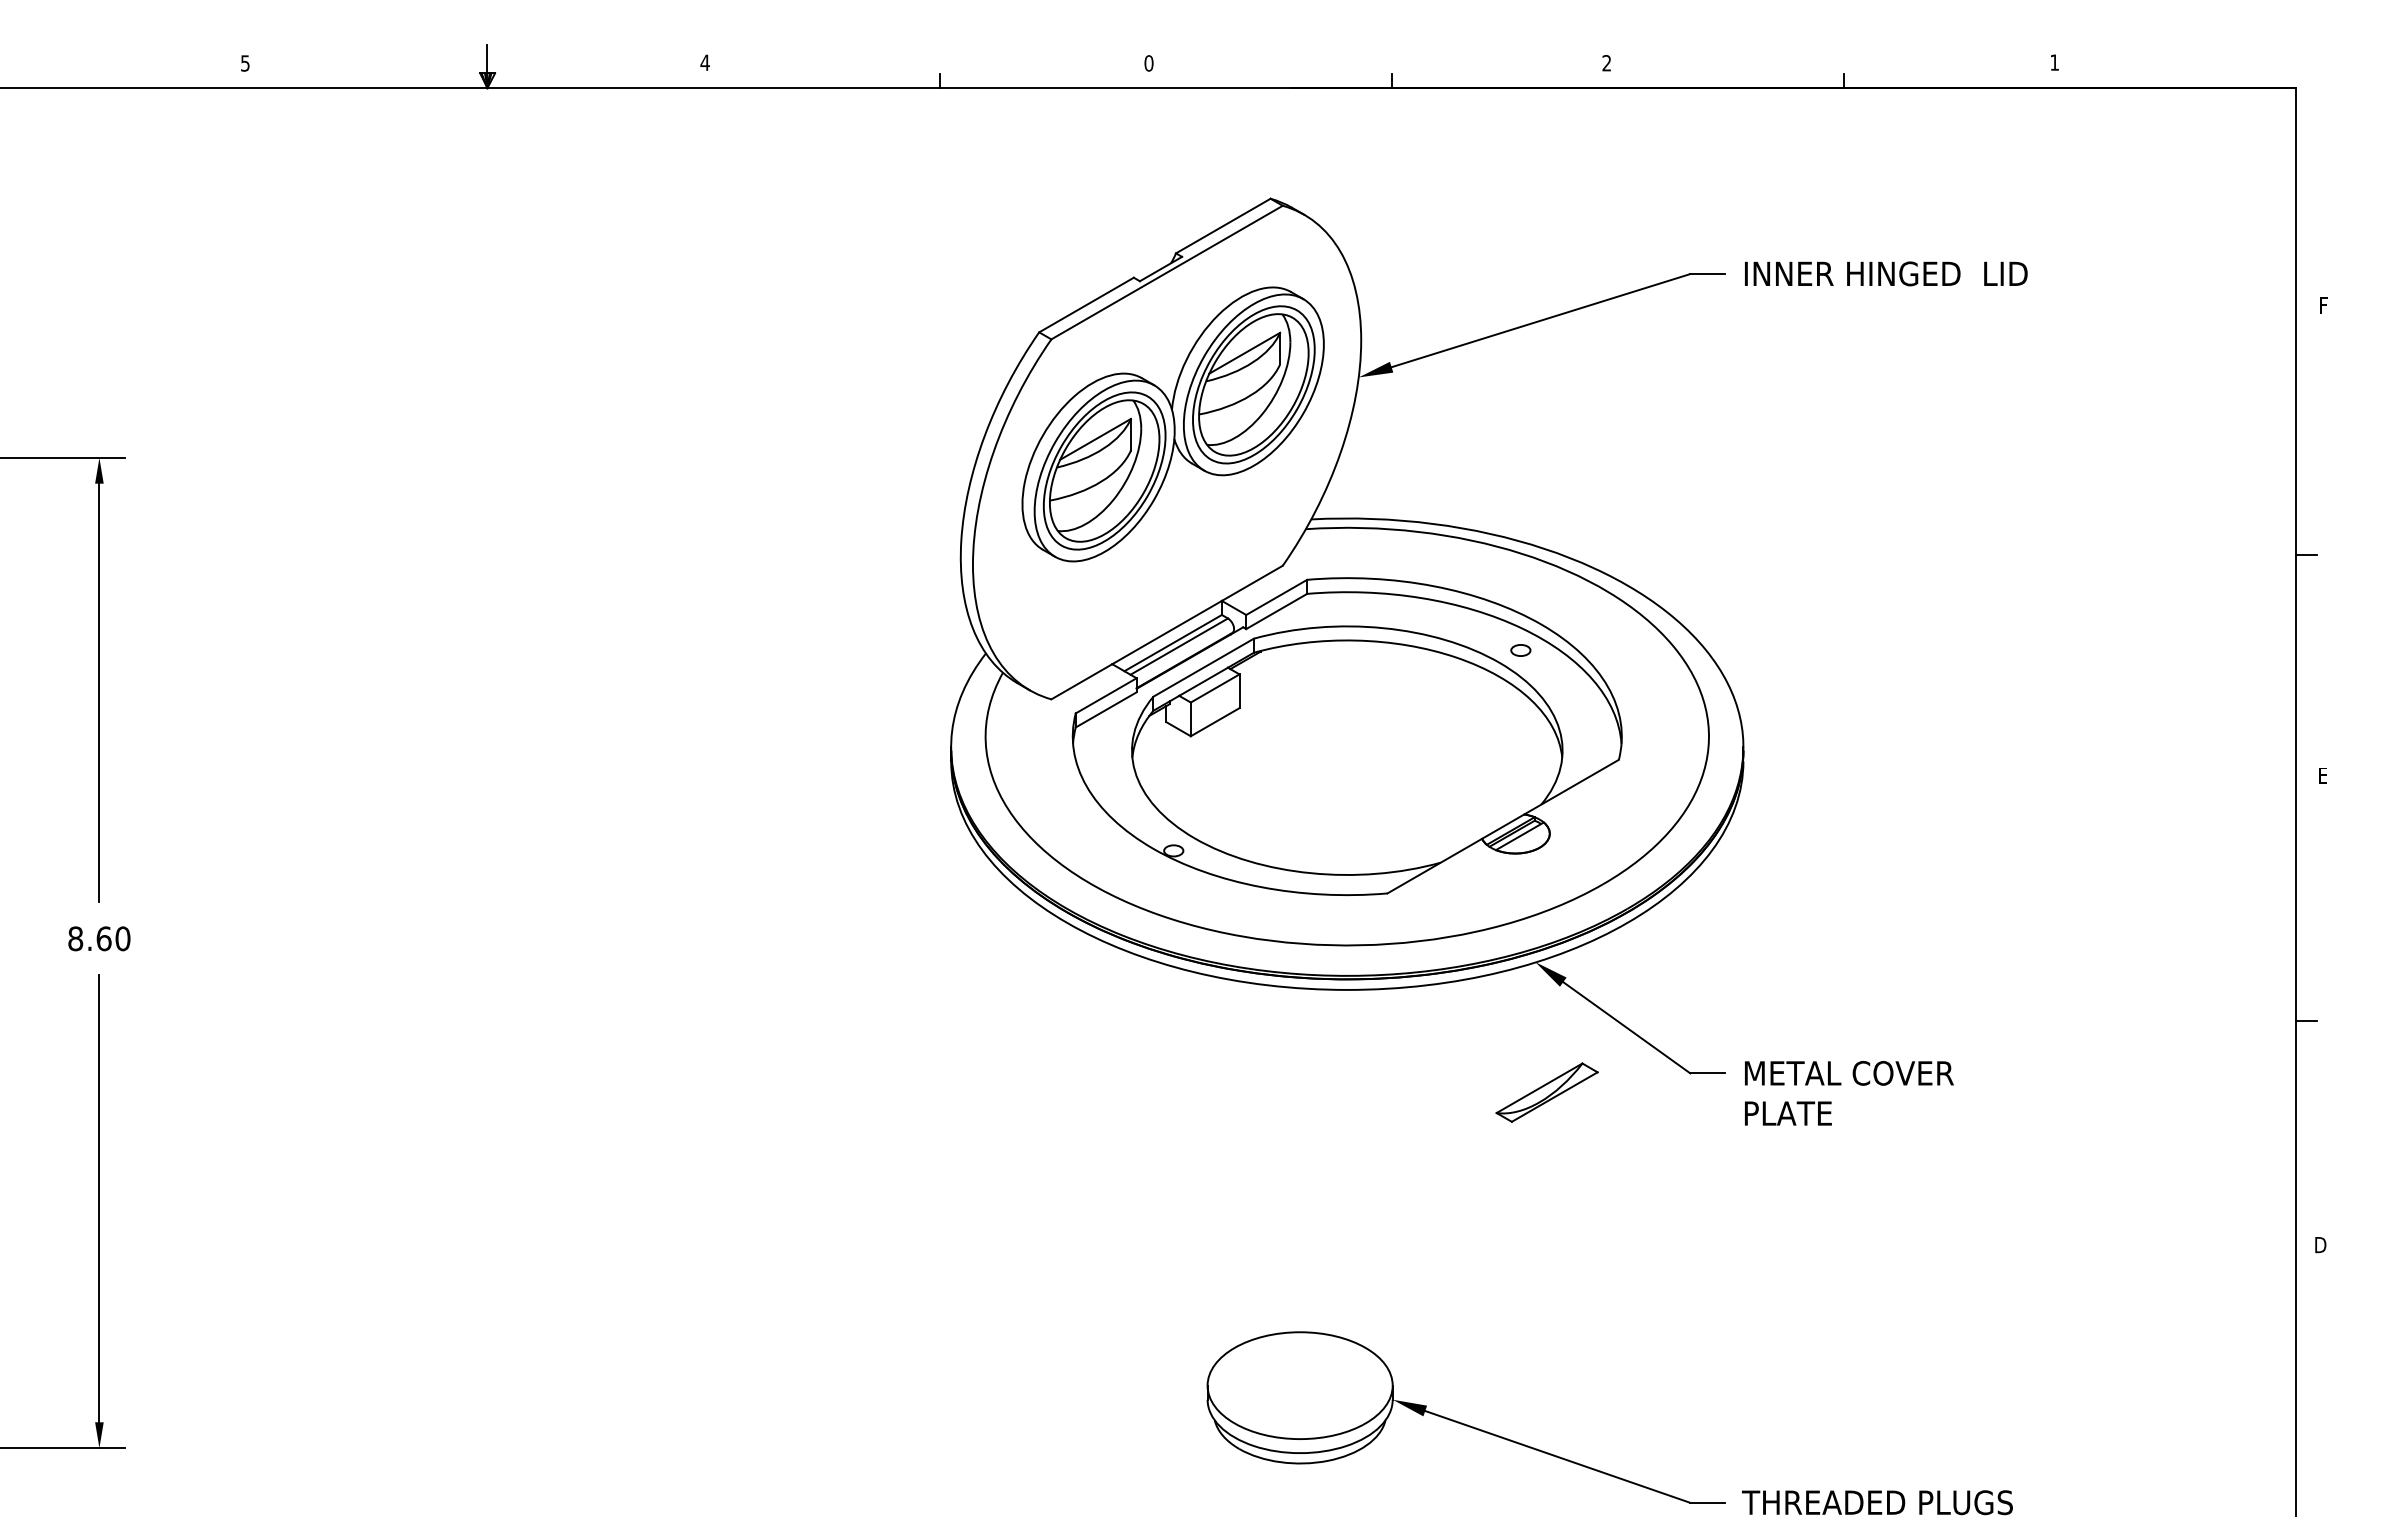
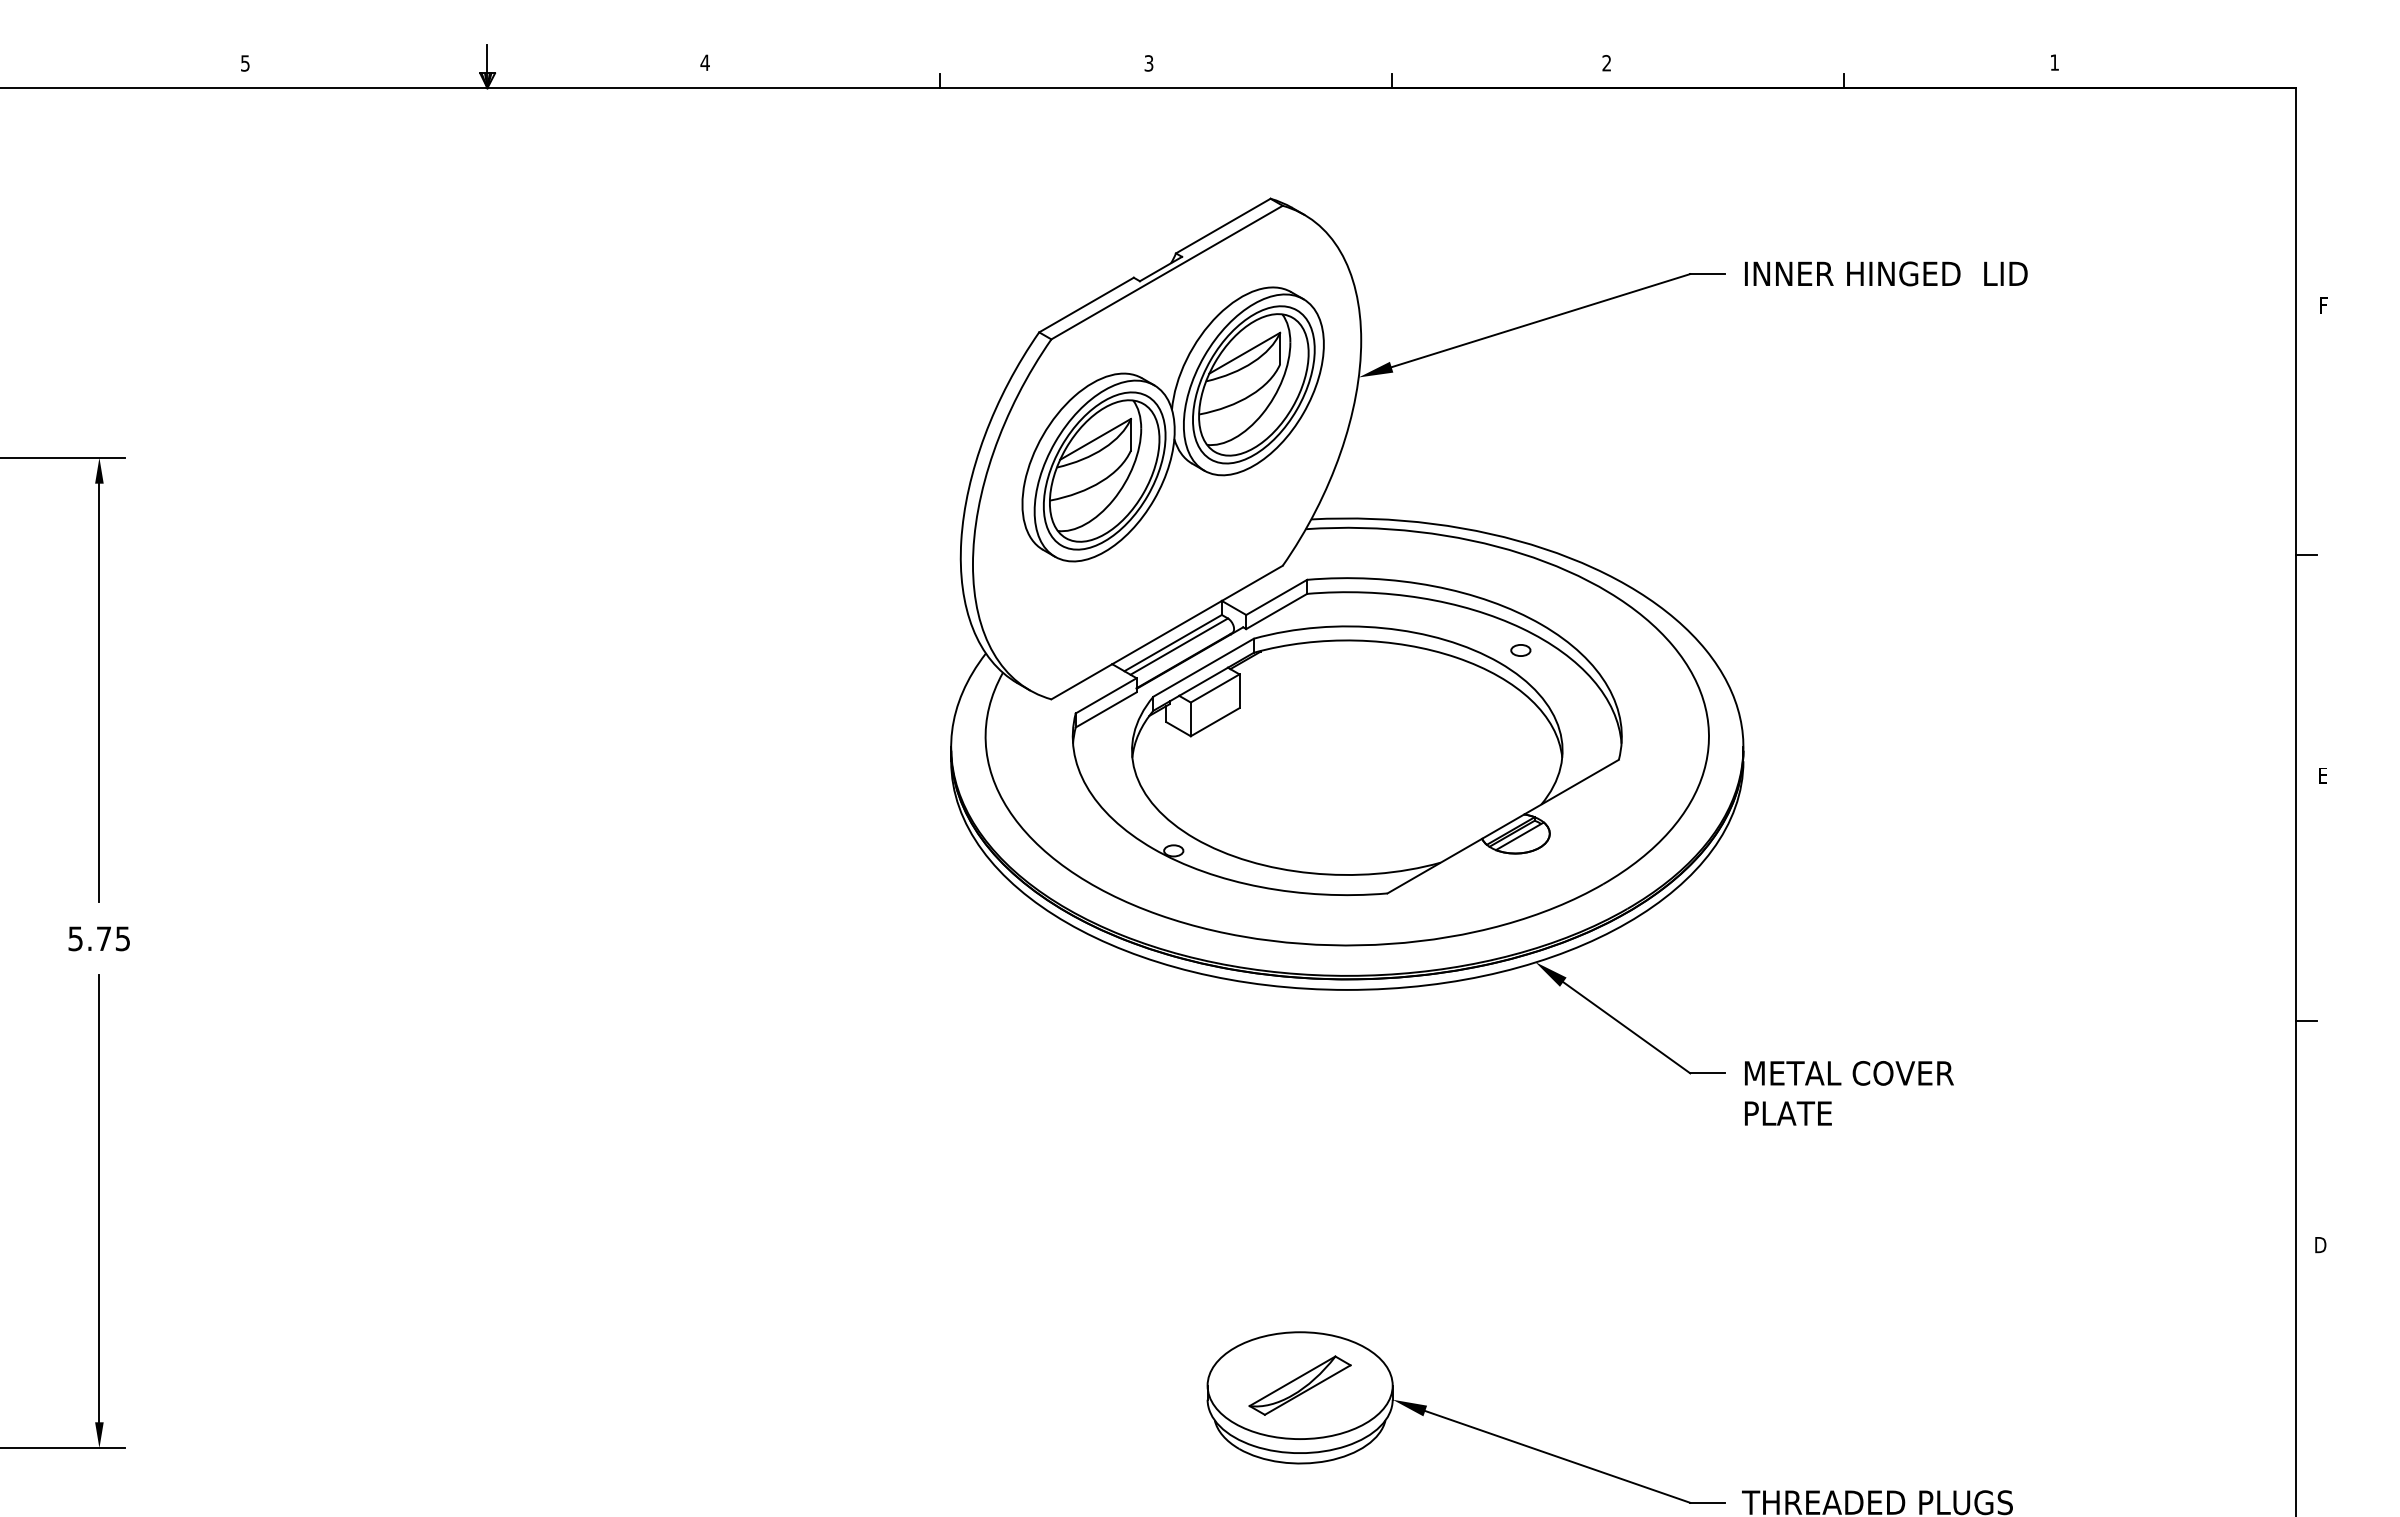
text at (1148, 63): 0 -> 3
text at (99, 938): 8.60 -> 5.75
part at (1546, 1092) position: (1546, 1092) -> (1299, 1385)
